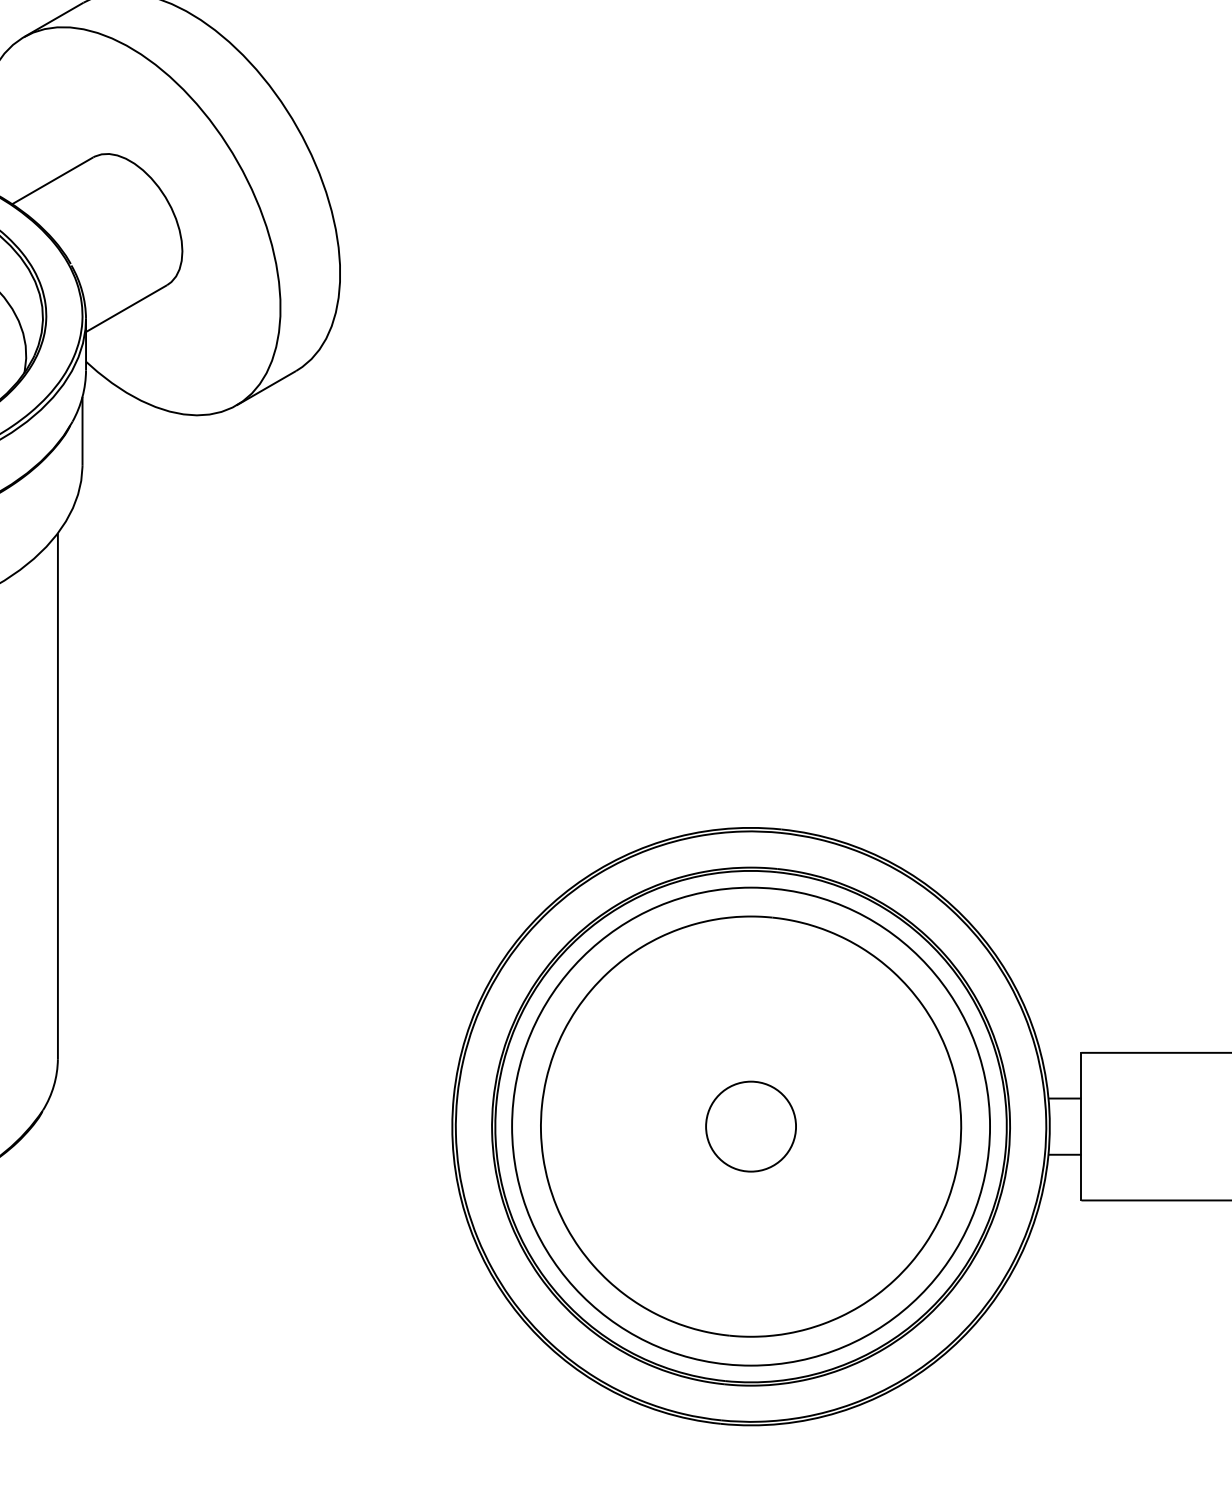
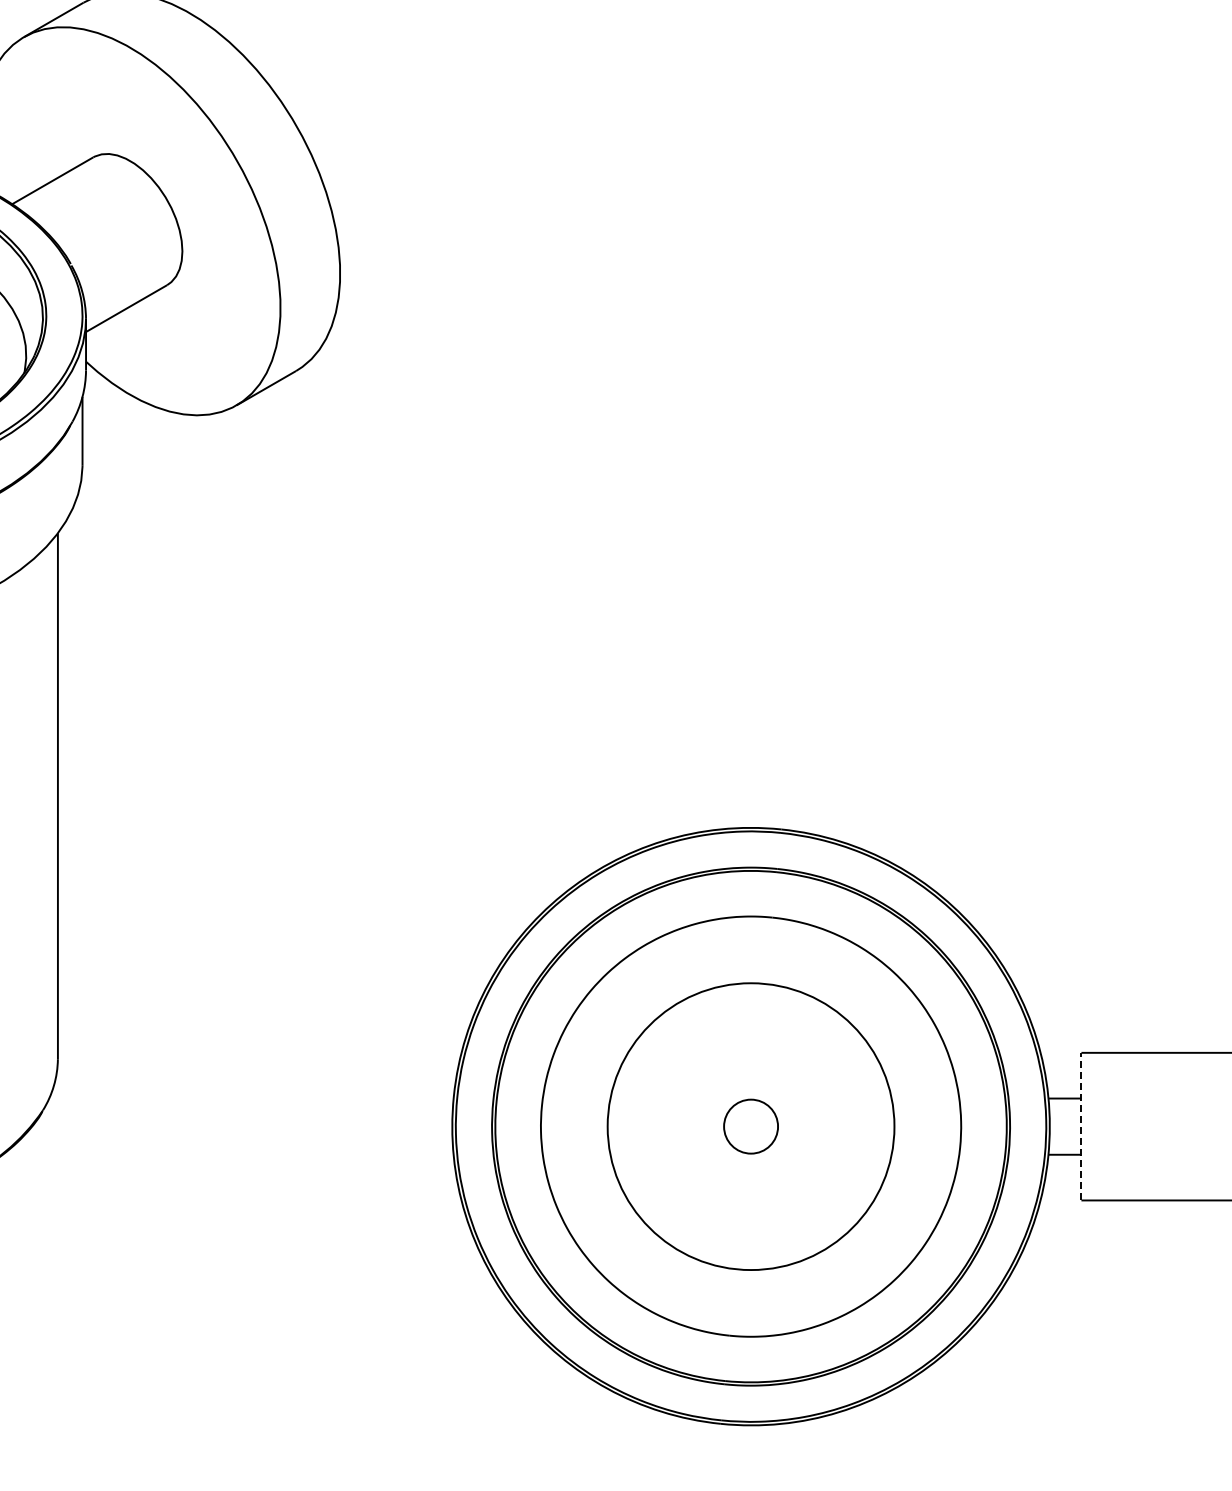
circle at (751, 1126) diameter: 478 px -> 287 px
circle at (751, 1126) diameter: 90 px -> 54 px
line at (1081, 1126): solid -> dashed
